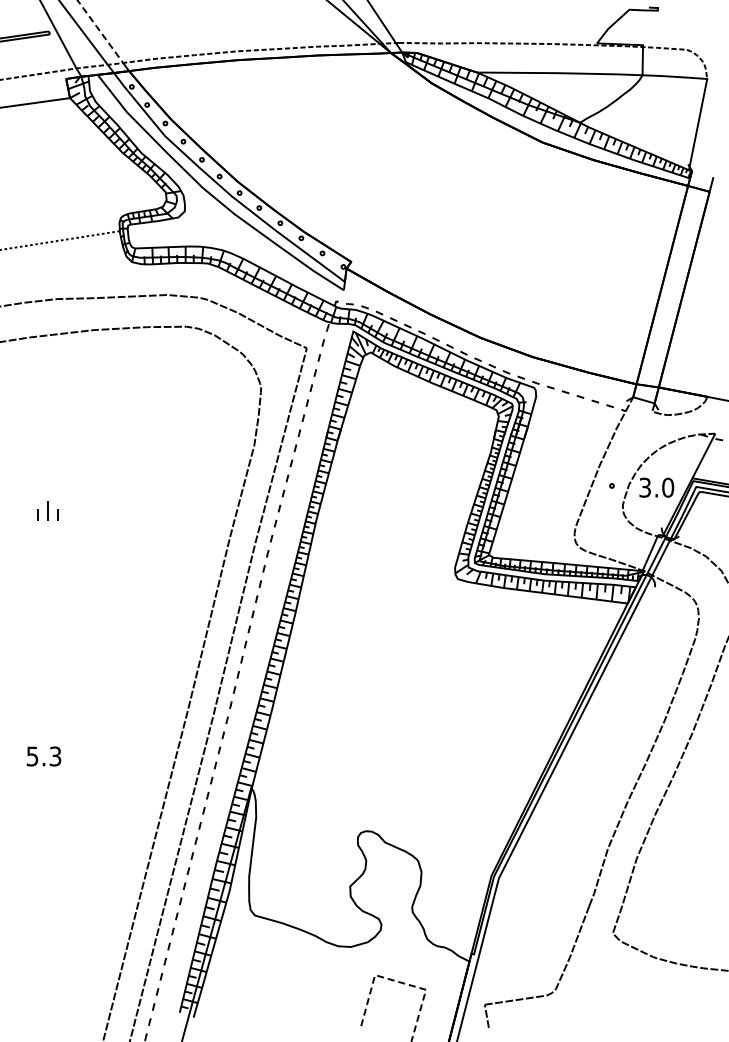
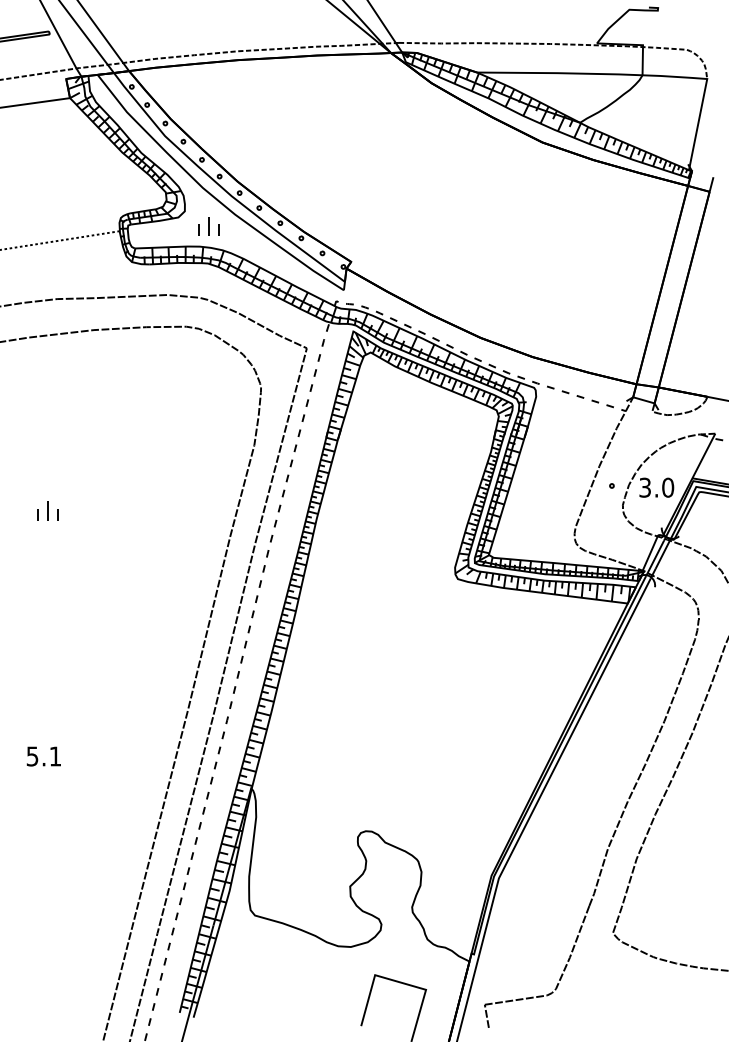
line at (100, 31): dashed -> solid
part at (208, 226): none -> present
text at (55, 756): 5.3 -> 5.1
line at (401, 982): dashed -> solid
